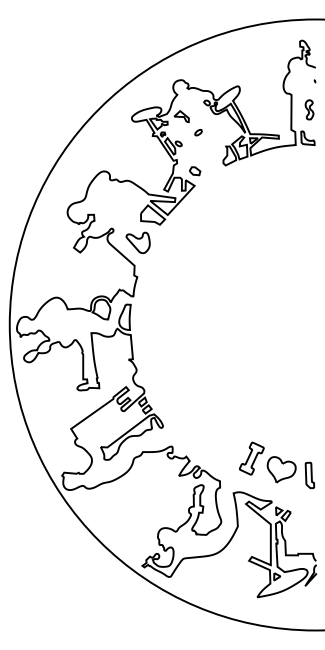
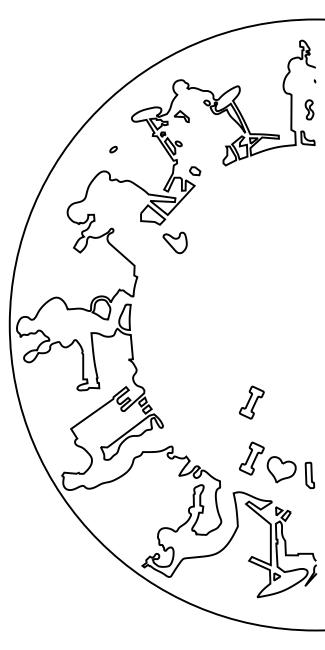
part at (198, 132) position: (198, 132) -> (113, 149)
part at (137, 242) position: (137, 242) -> (174, 242)
part at (251, 402): none -> present
